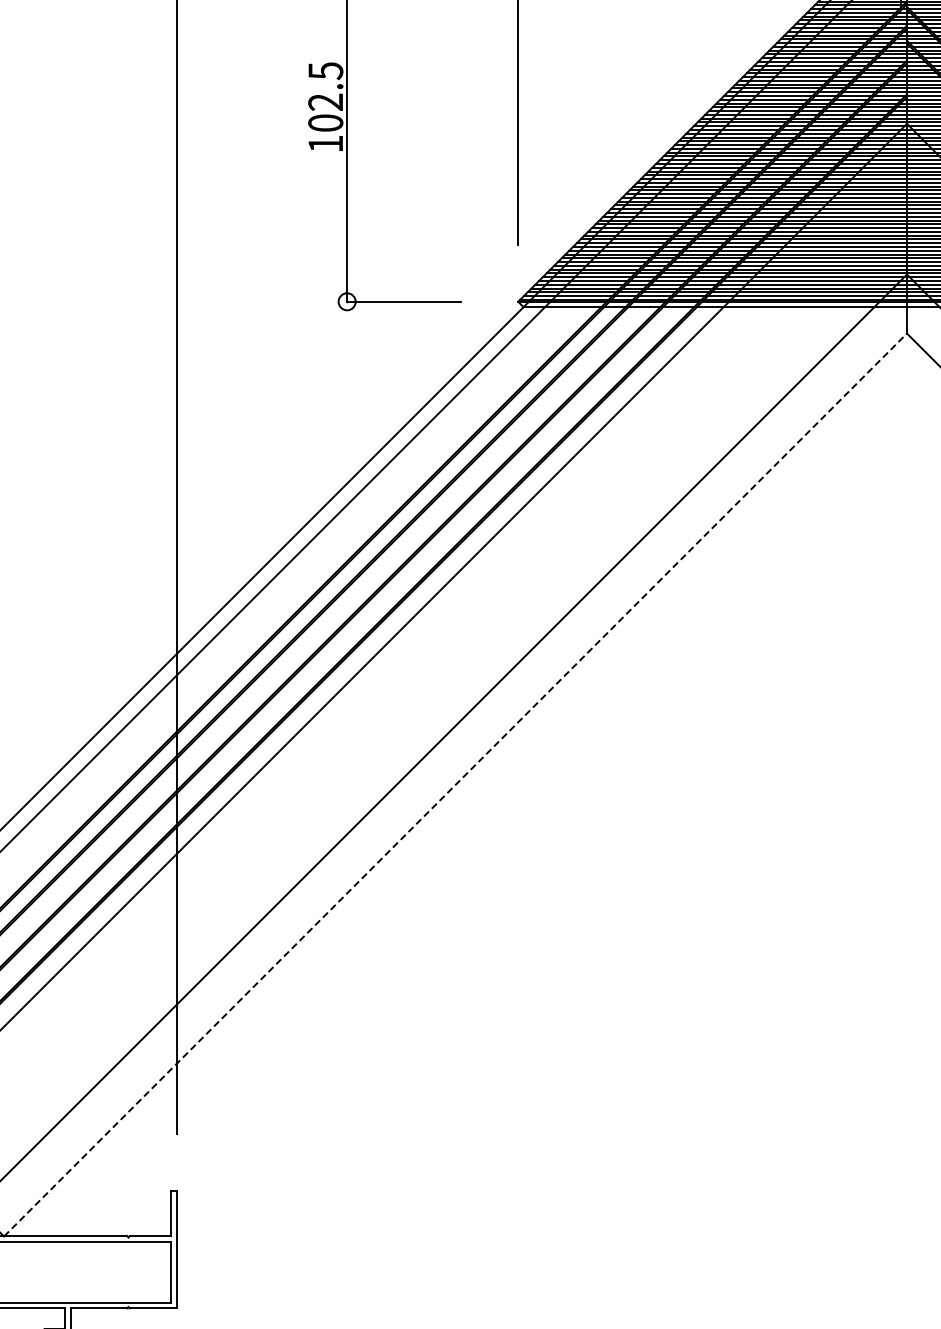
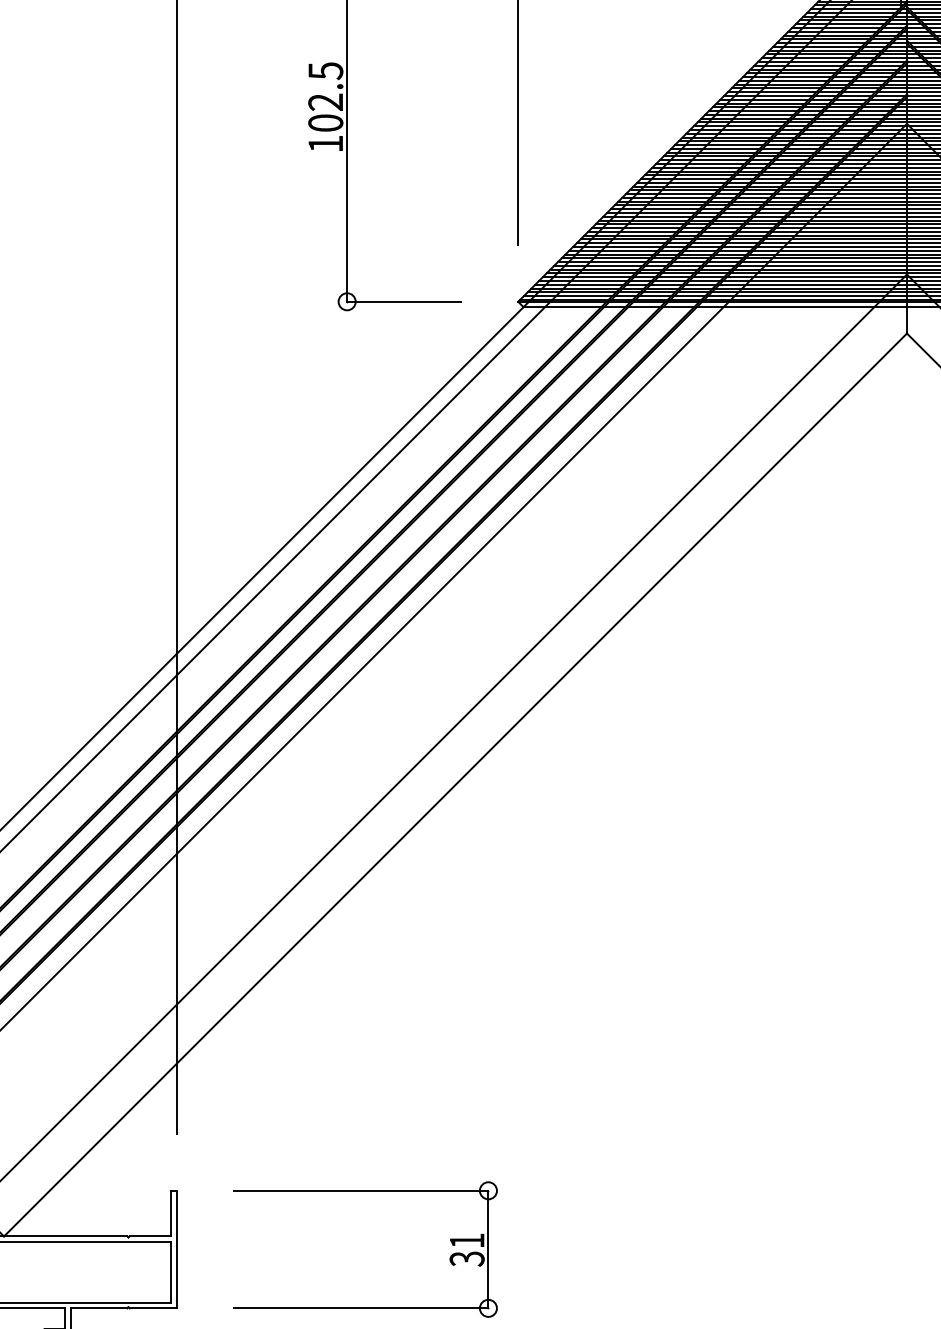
line at (455, 784): dashed -> solid
part at (365, 1191): none -> present
